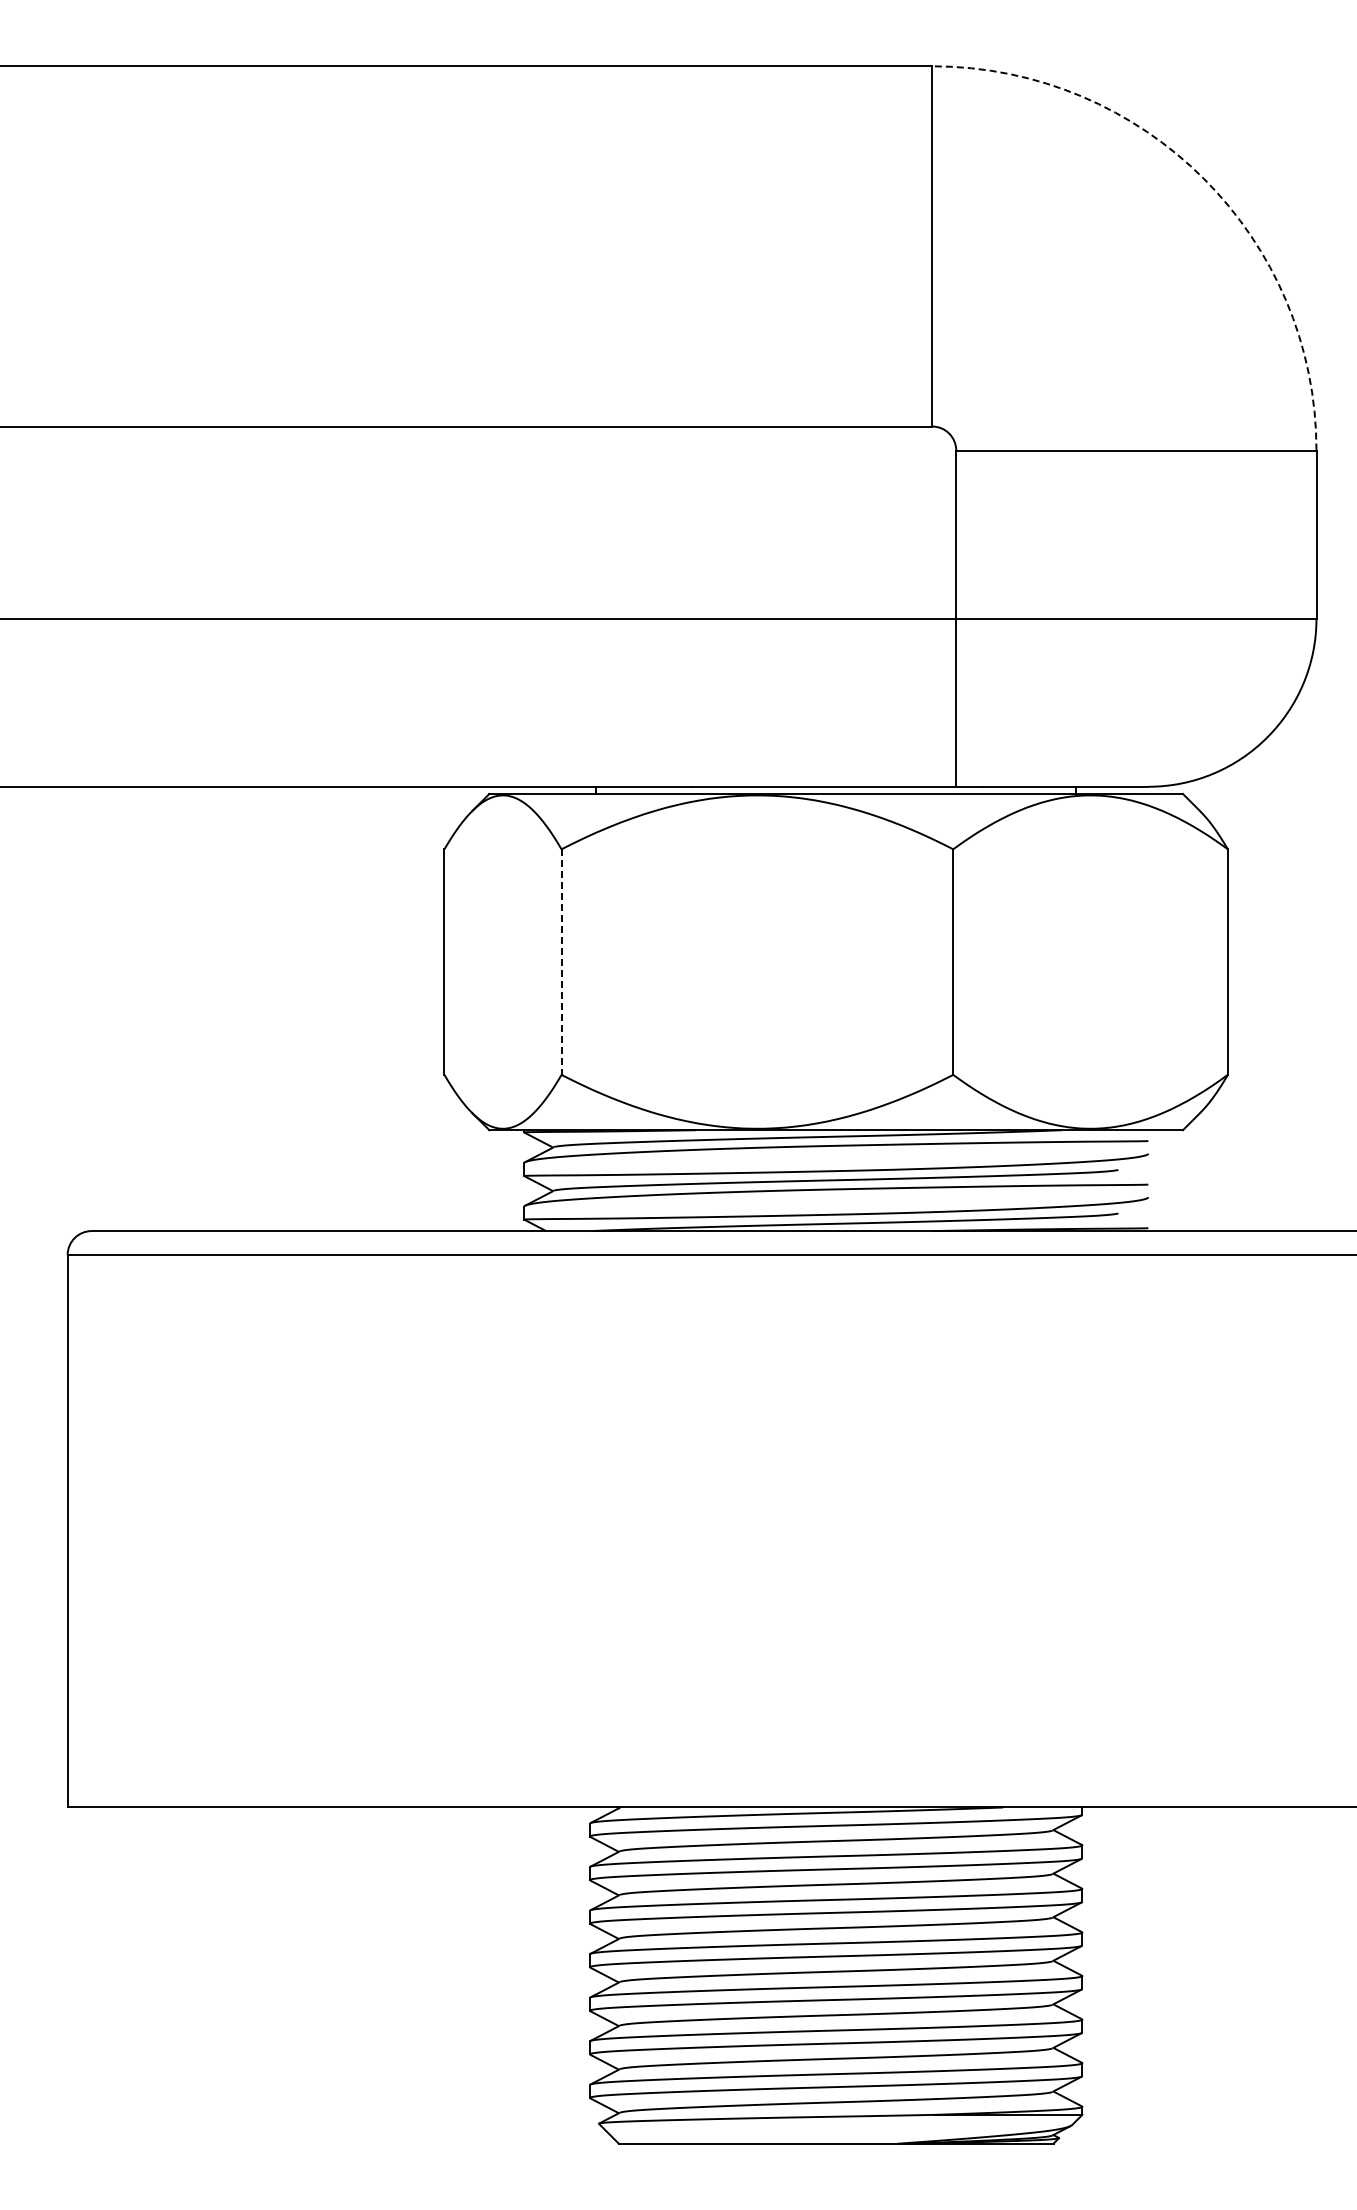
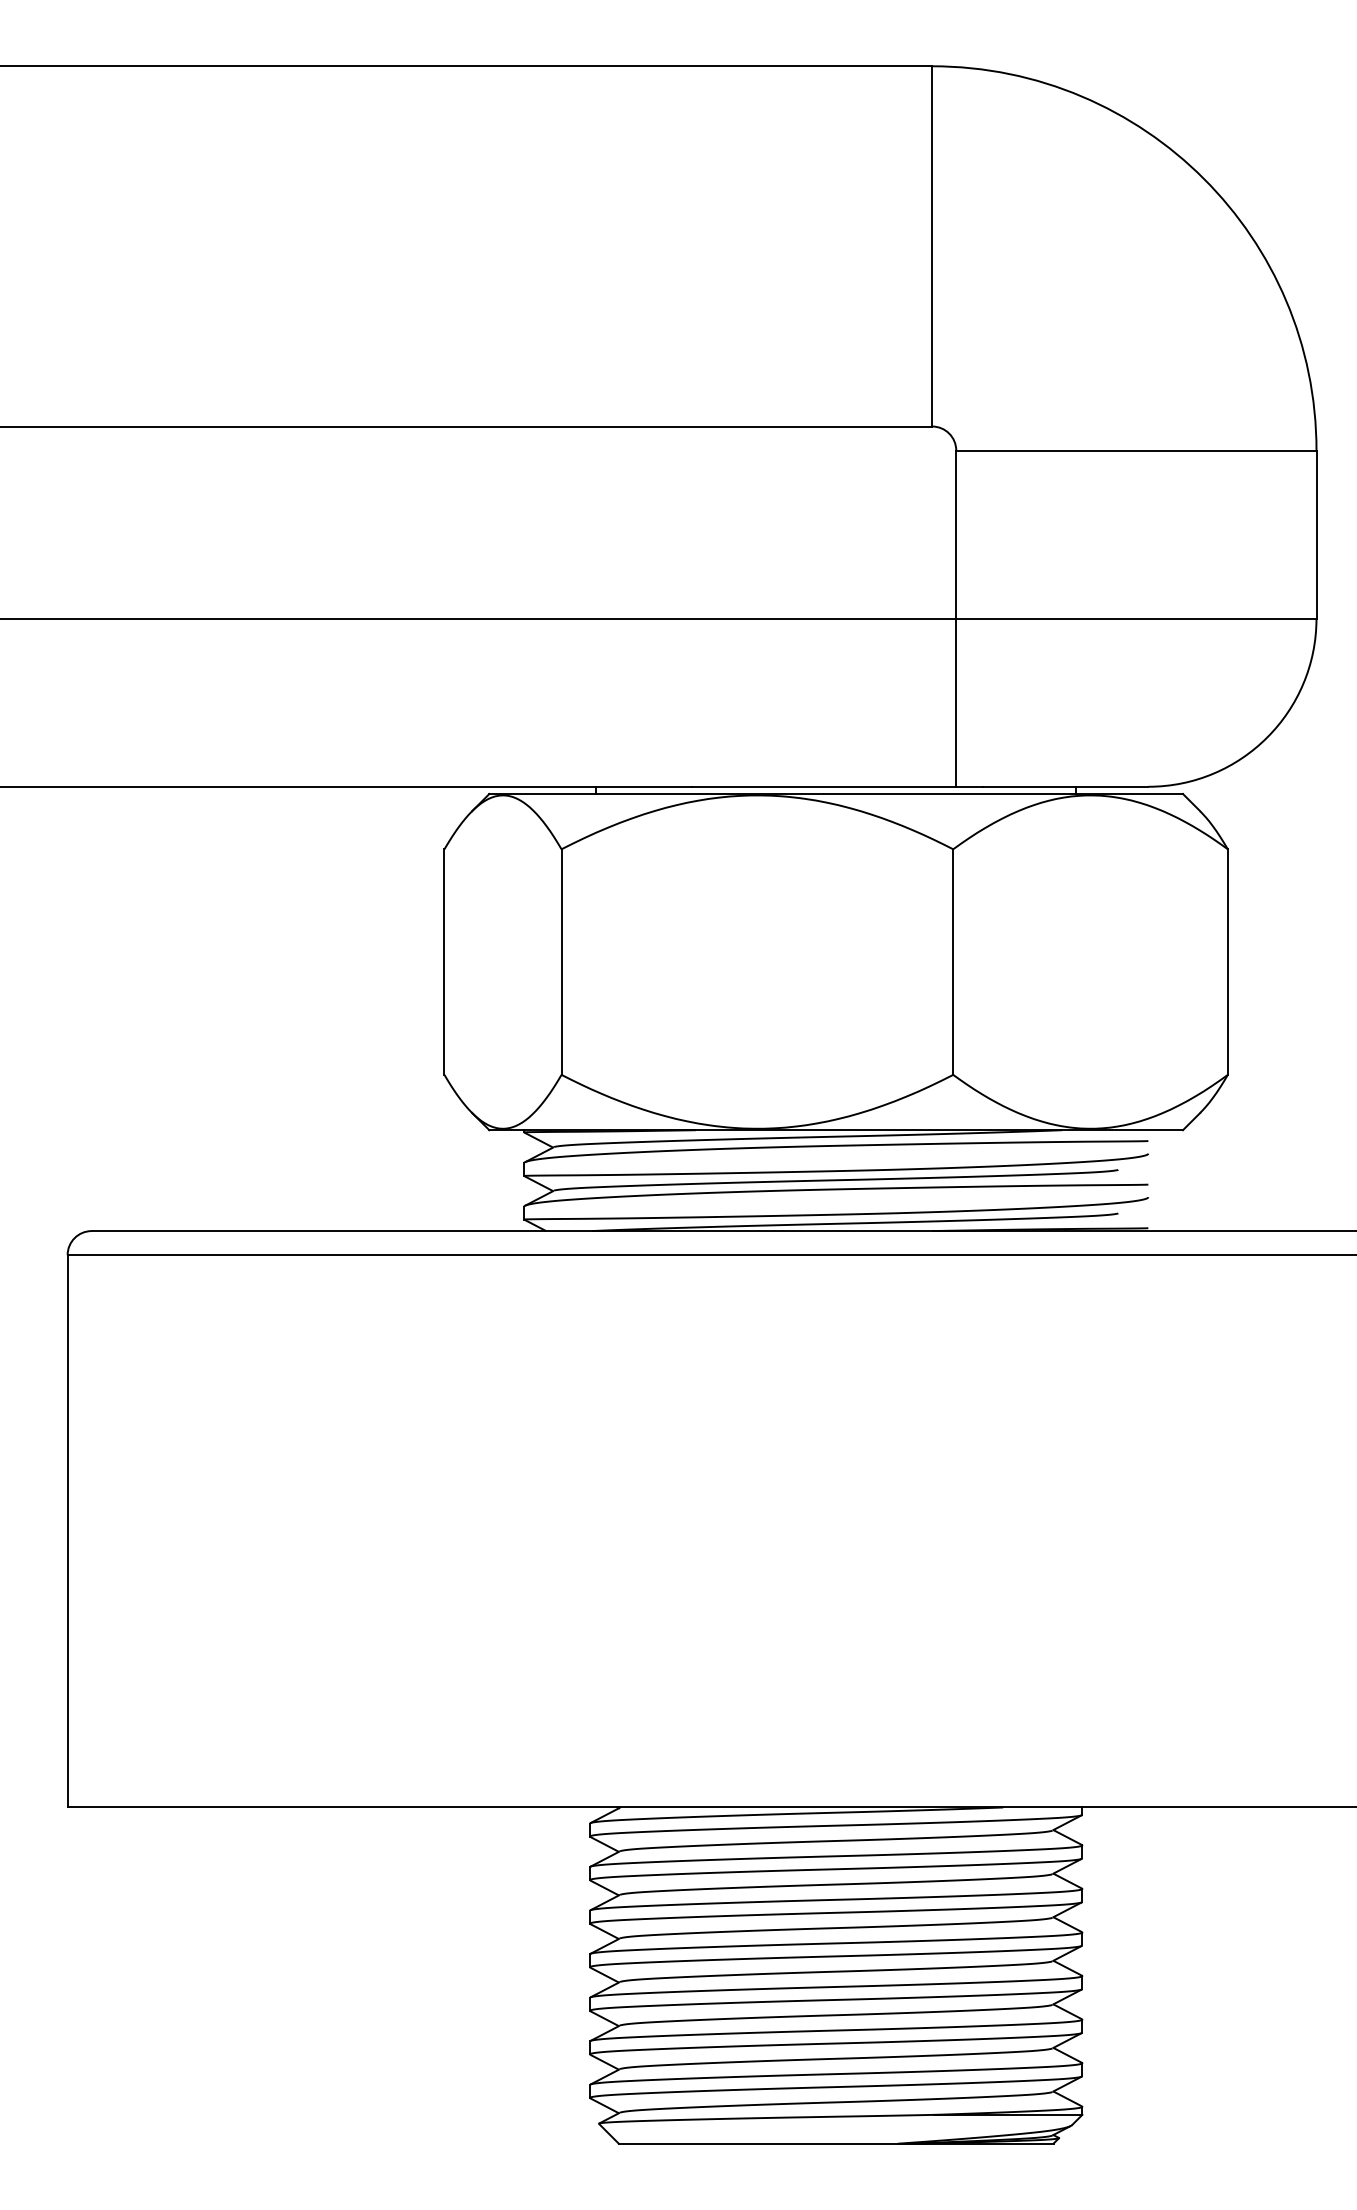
arc at (1203, 178): dashed -> solid
line at (561, 962): dashed -> solid
